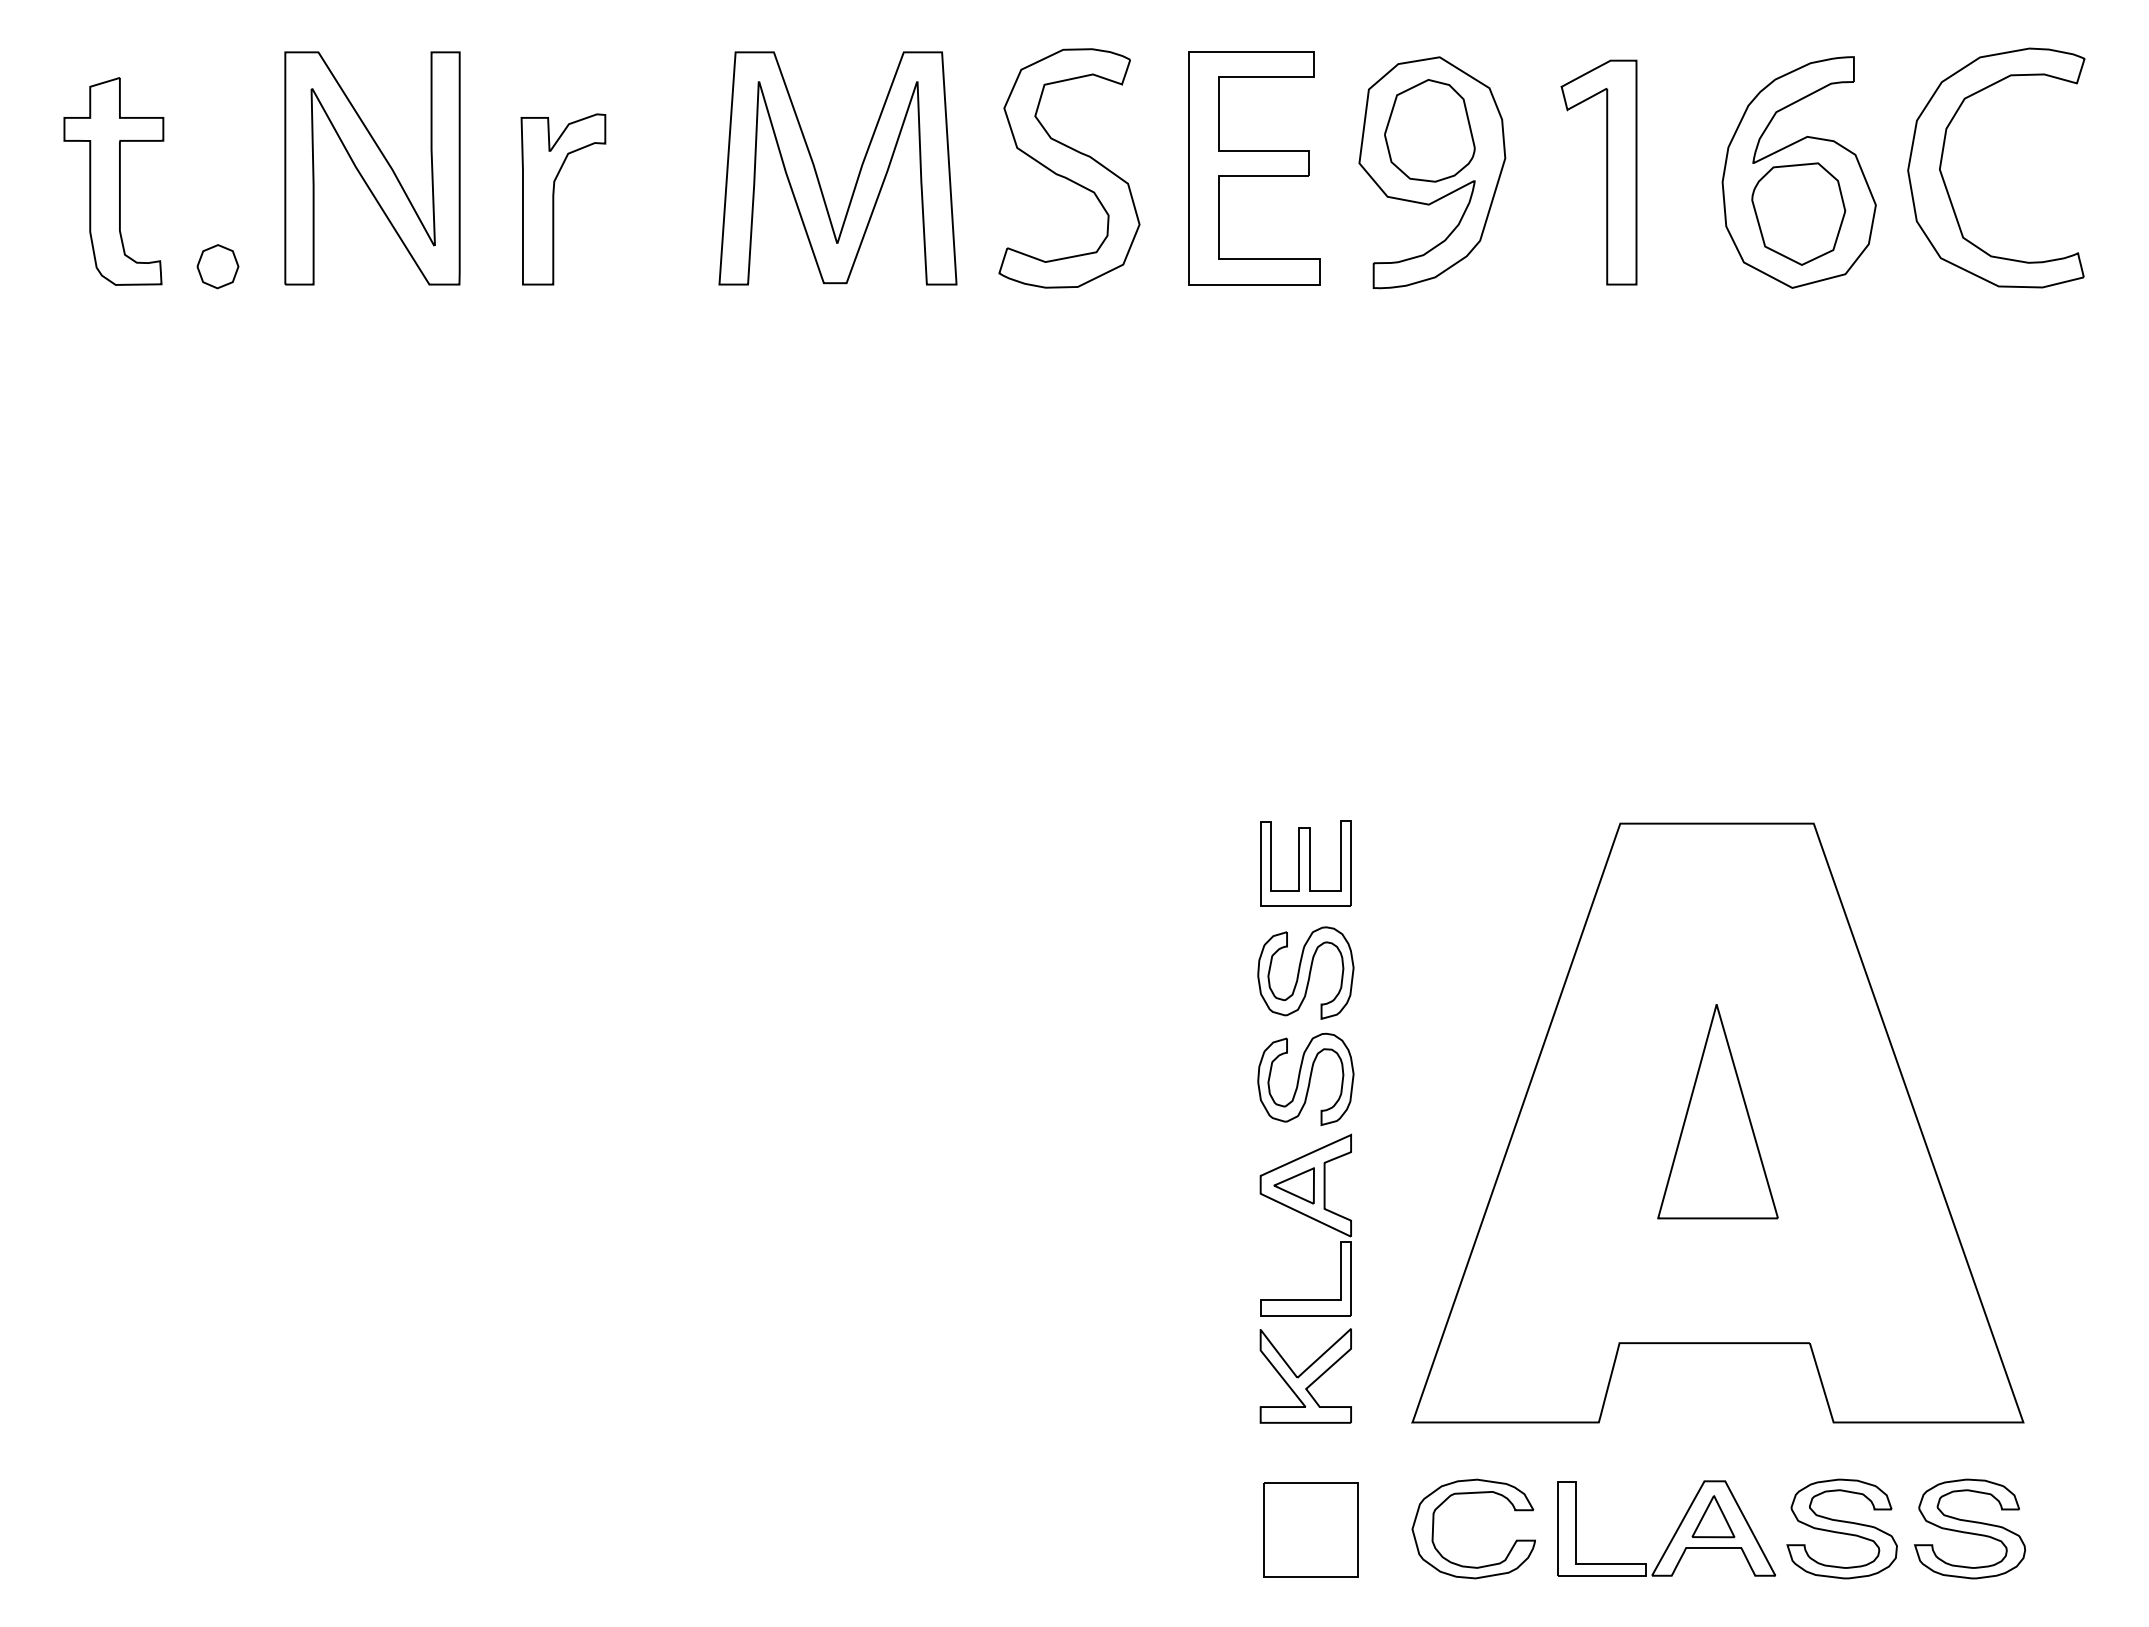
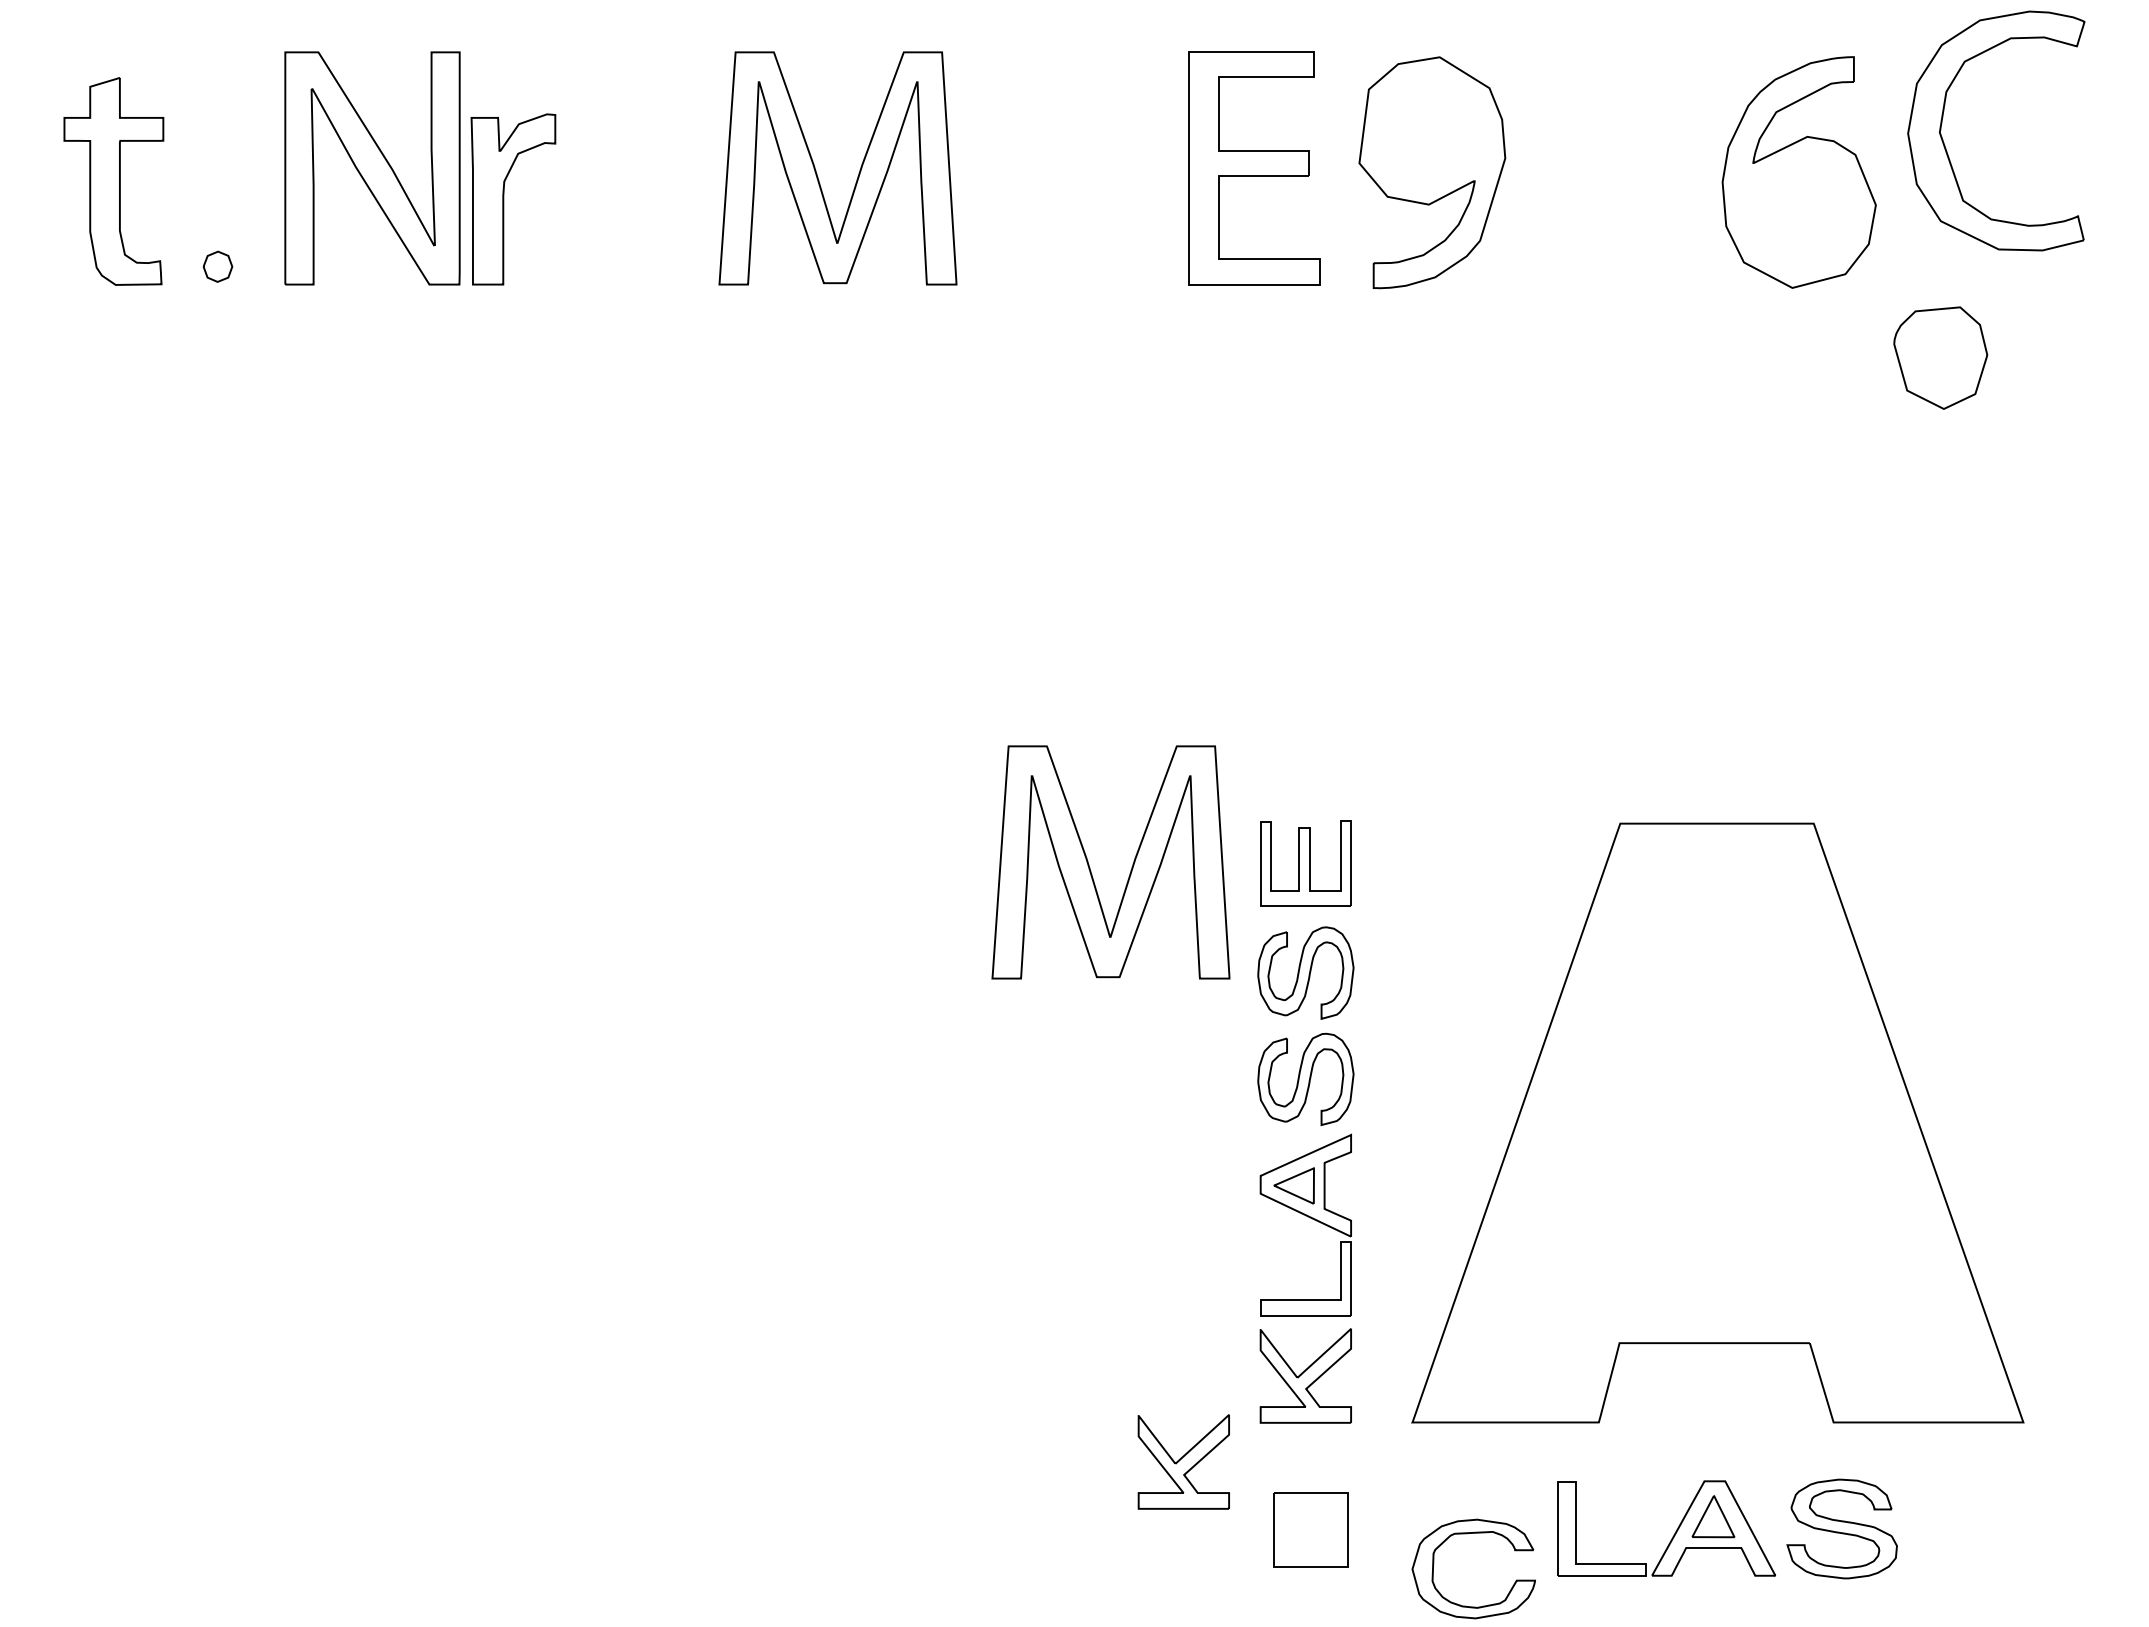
part at (1429, 130): present -> none
part at (1069, 168): present -> none
part at (1606, 172): present -> none
part at (1946, 185) position: (1946, 185) -> (1946, 148)
part at (554, 199) position: (554, 199) -> (504, 199)
part at (1798, 213) position: (1798, 213) -> (1940, 357)
part at (217, 266) size: 44x46 px -> 32x33 px
part at (1090, 867): none -> present
part at (1717, 1111): present -> none
part at (1183, 1461): none -> present
part at (1467, 1494) position: (1467, 1494) -> (1467, 1534)
part at (1969, 1528): present -> none
part at (1310, 1529) size: 96x96 px -> 76x76 px
